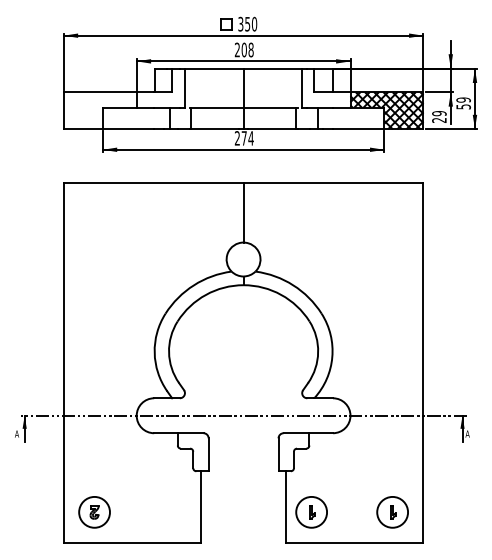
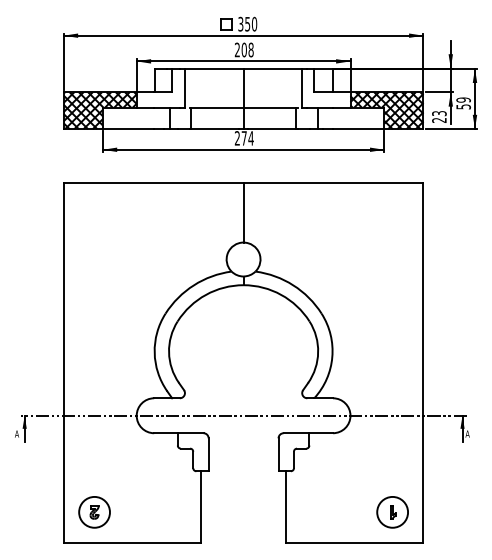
hatch at (99, 110): none -> present
text at (439, 113): 29 -> 23
part at (311, 512): present -> none
